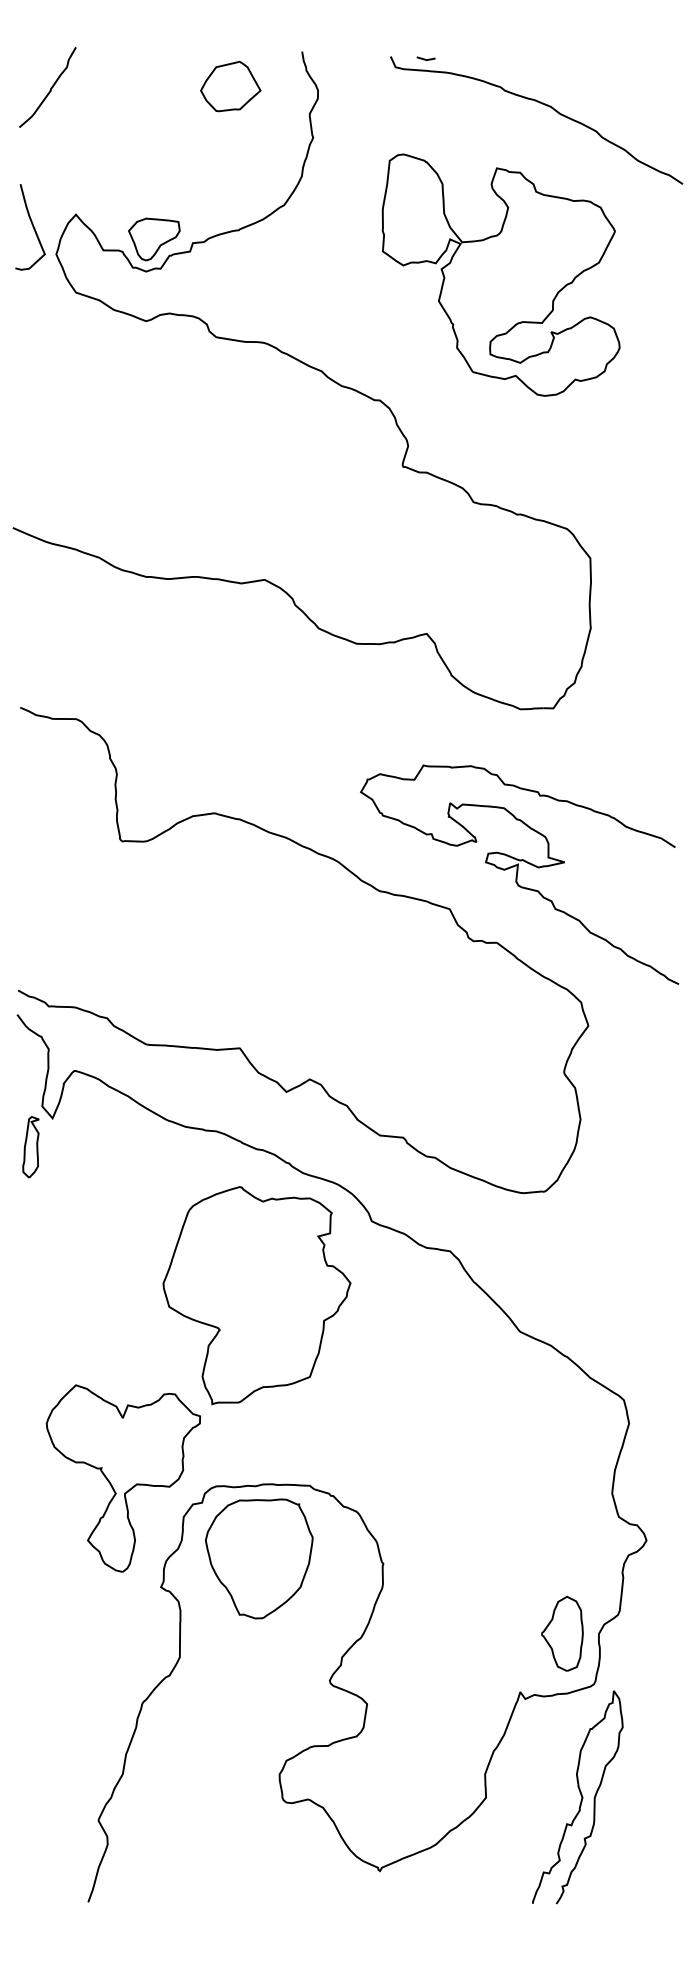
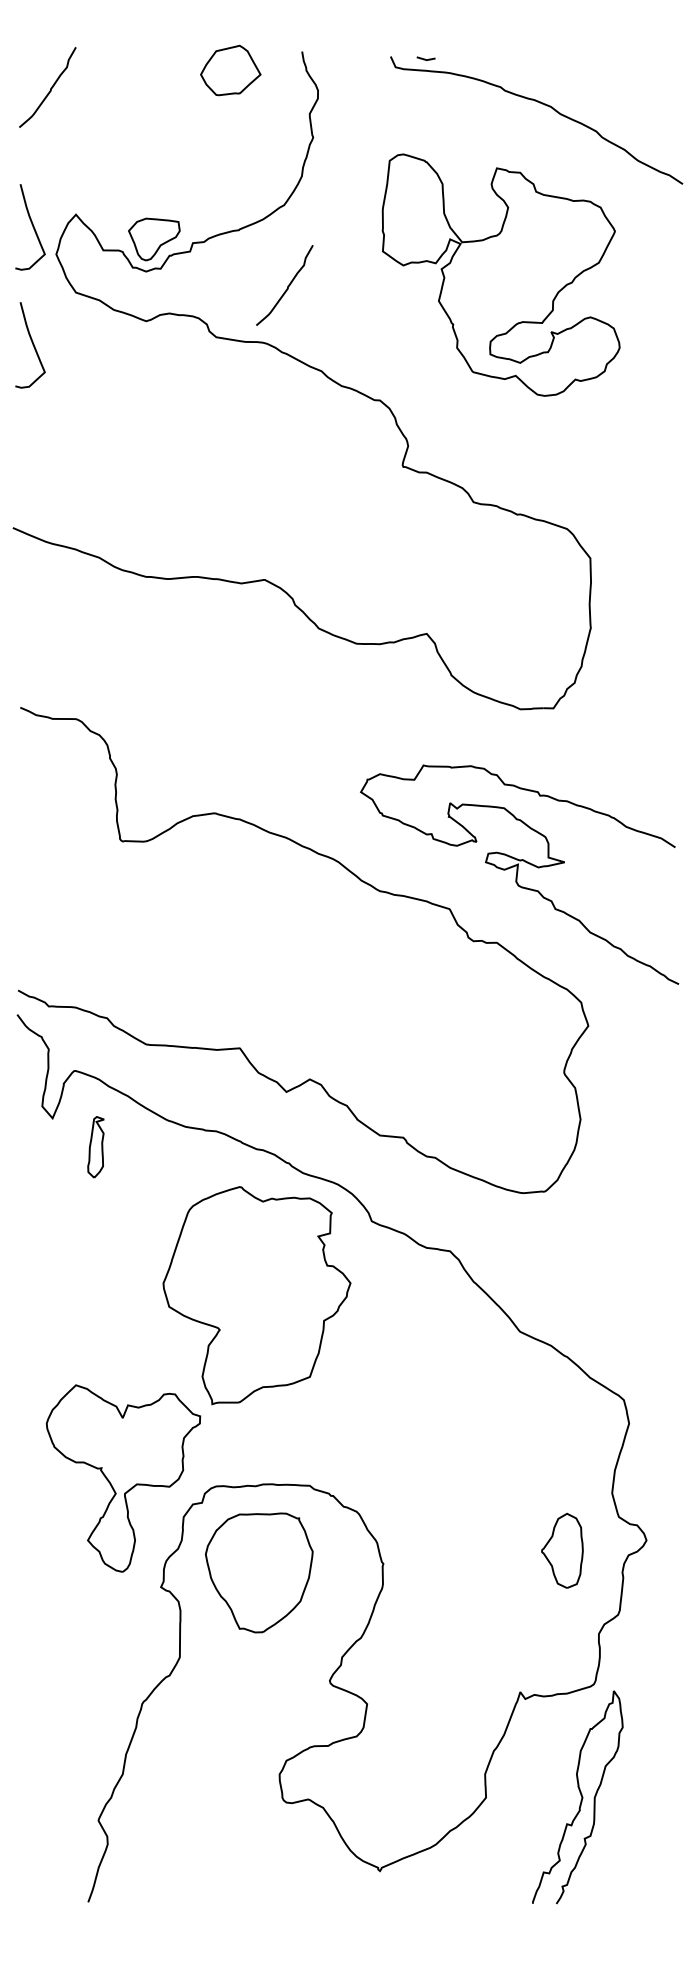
part at (230, 86) position: (230, 86) -> (230, 70)
curve at (287, 286): none -> present
curve at (32, 345): none -> present
part at (30, 1147) position: (30, 1147) -> (95, 1147)
part at (259, 1558) position: (259, 1558) -> (259, 1572)
part at (562, 1633) position: (562, 1633) -> (562, 1550)
